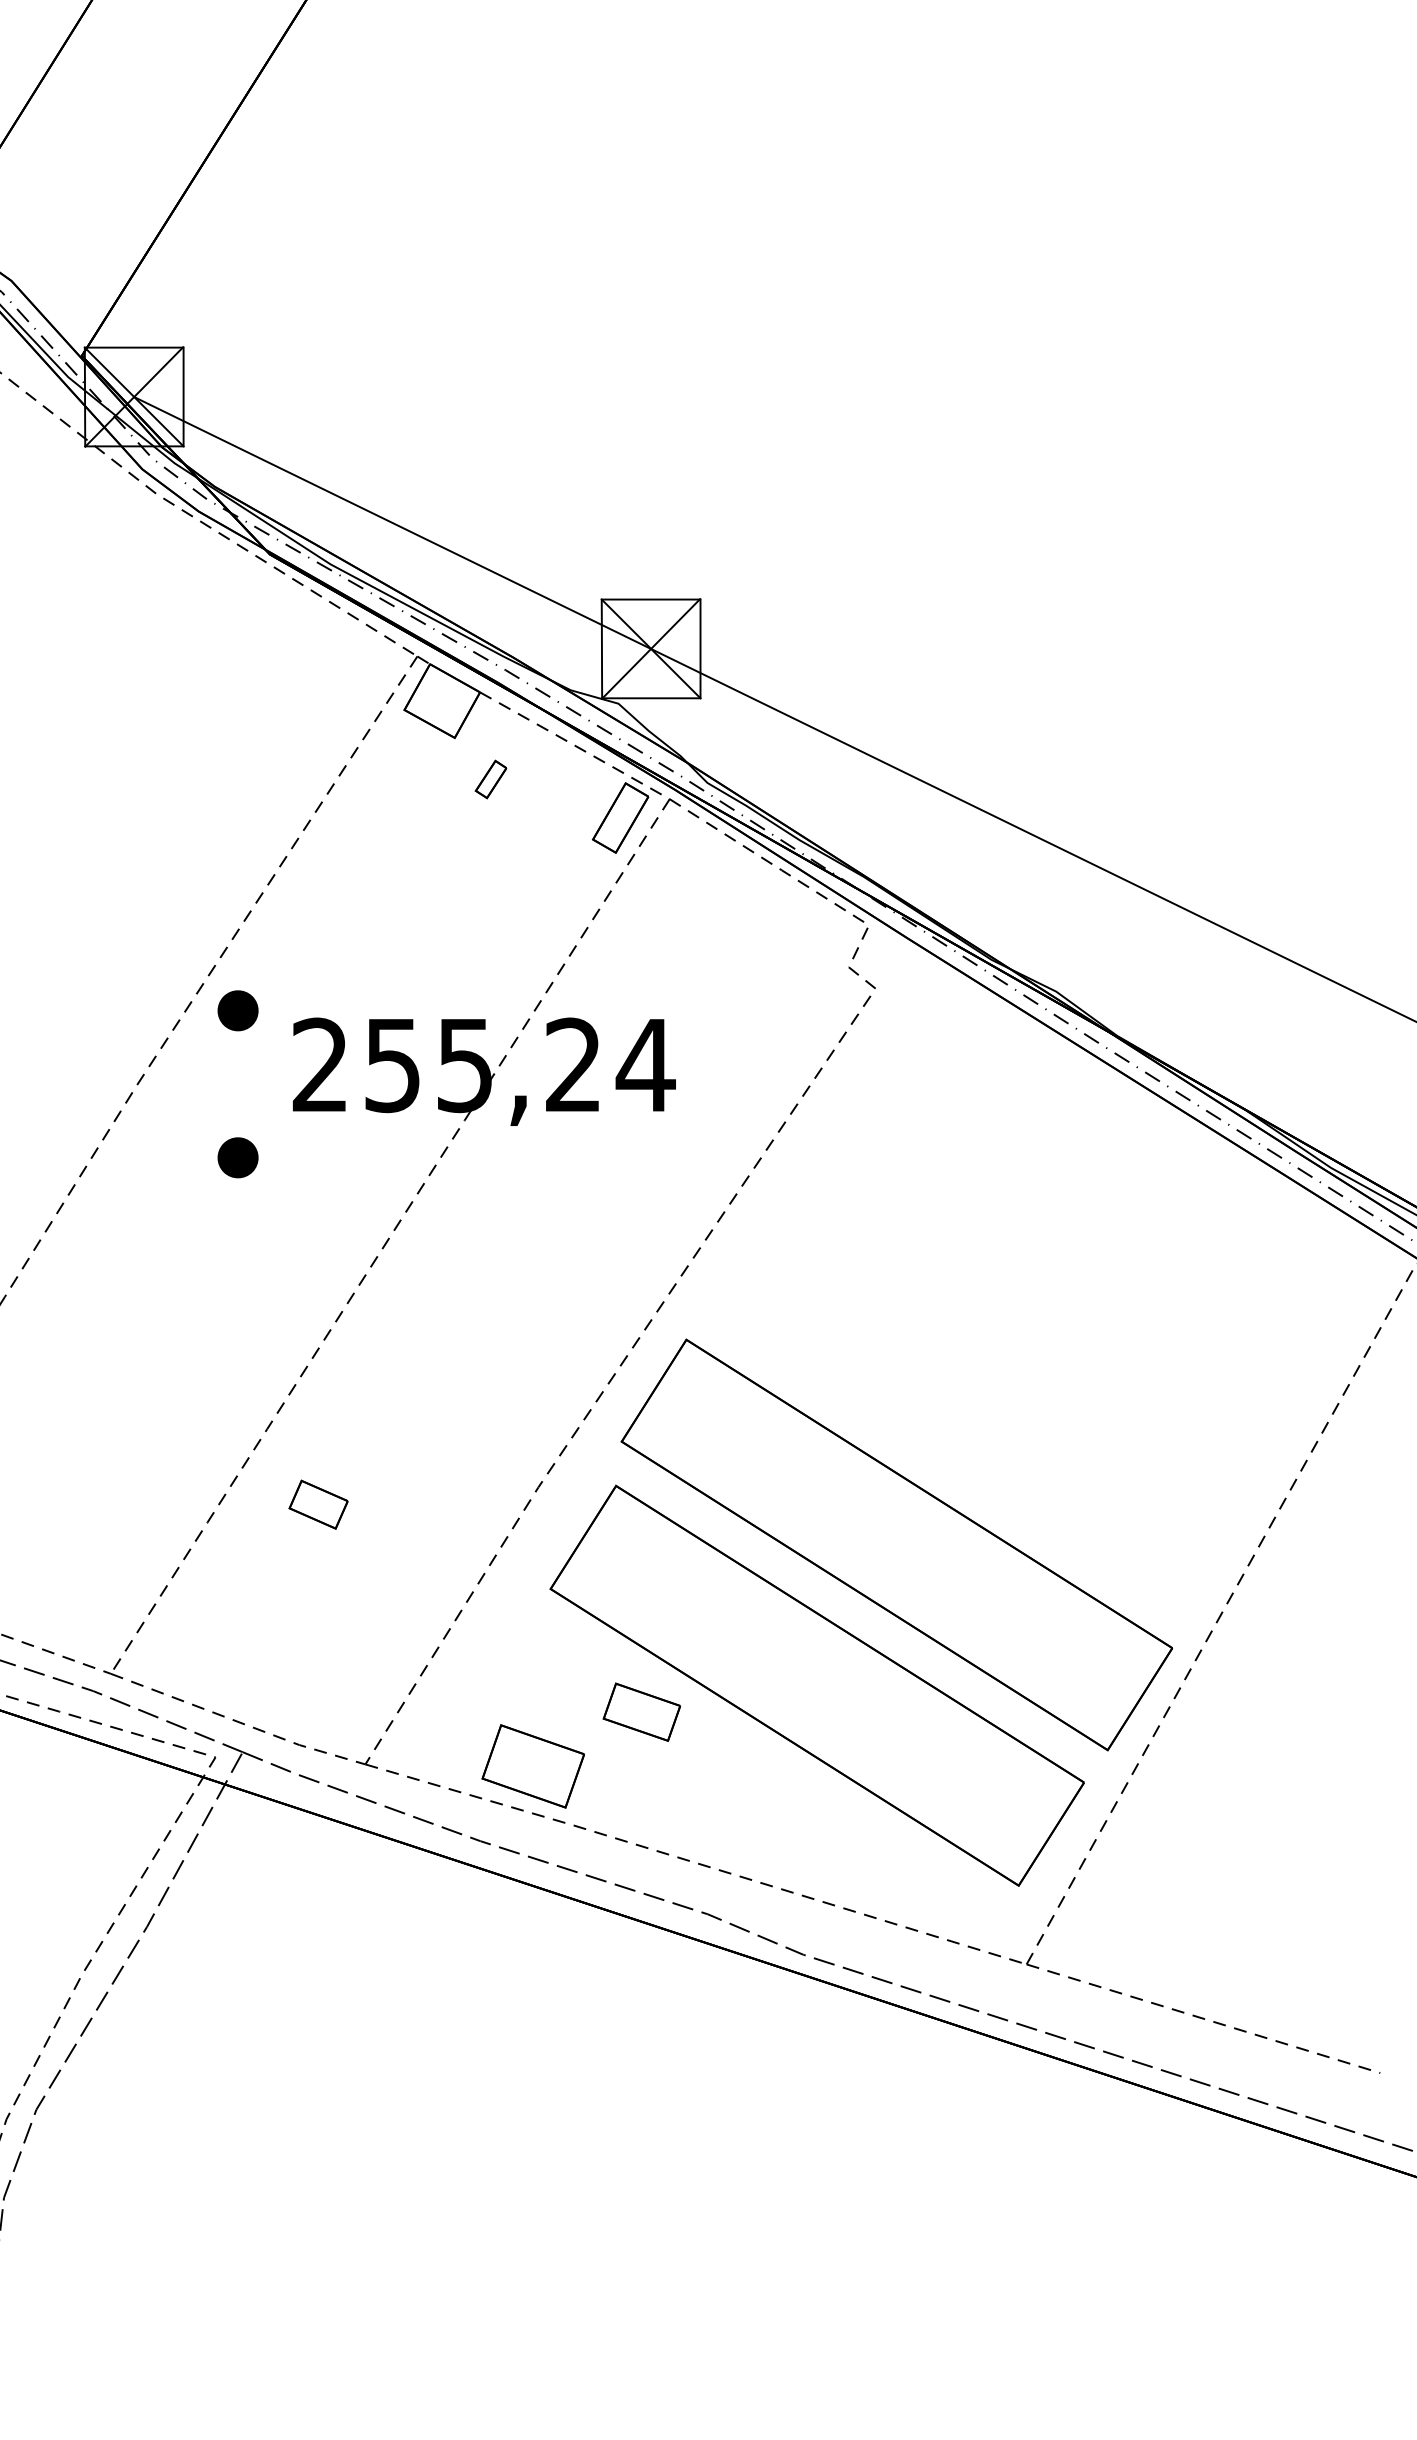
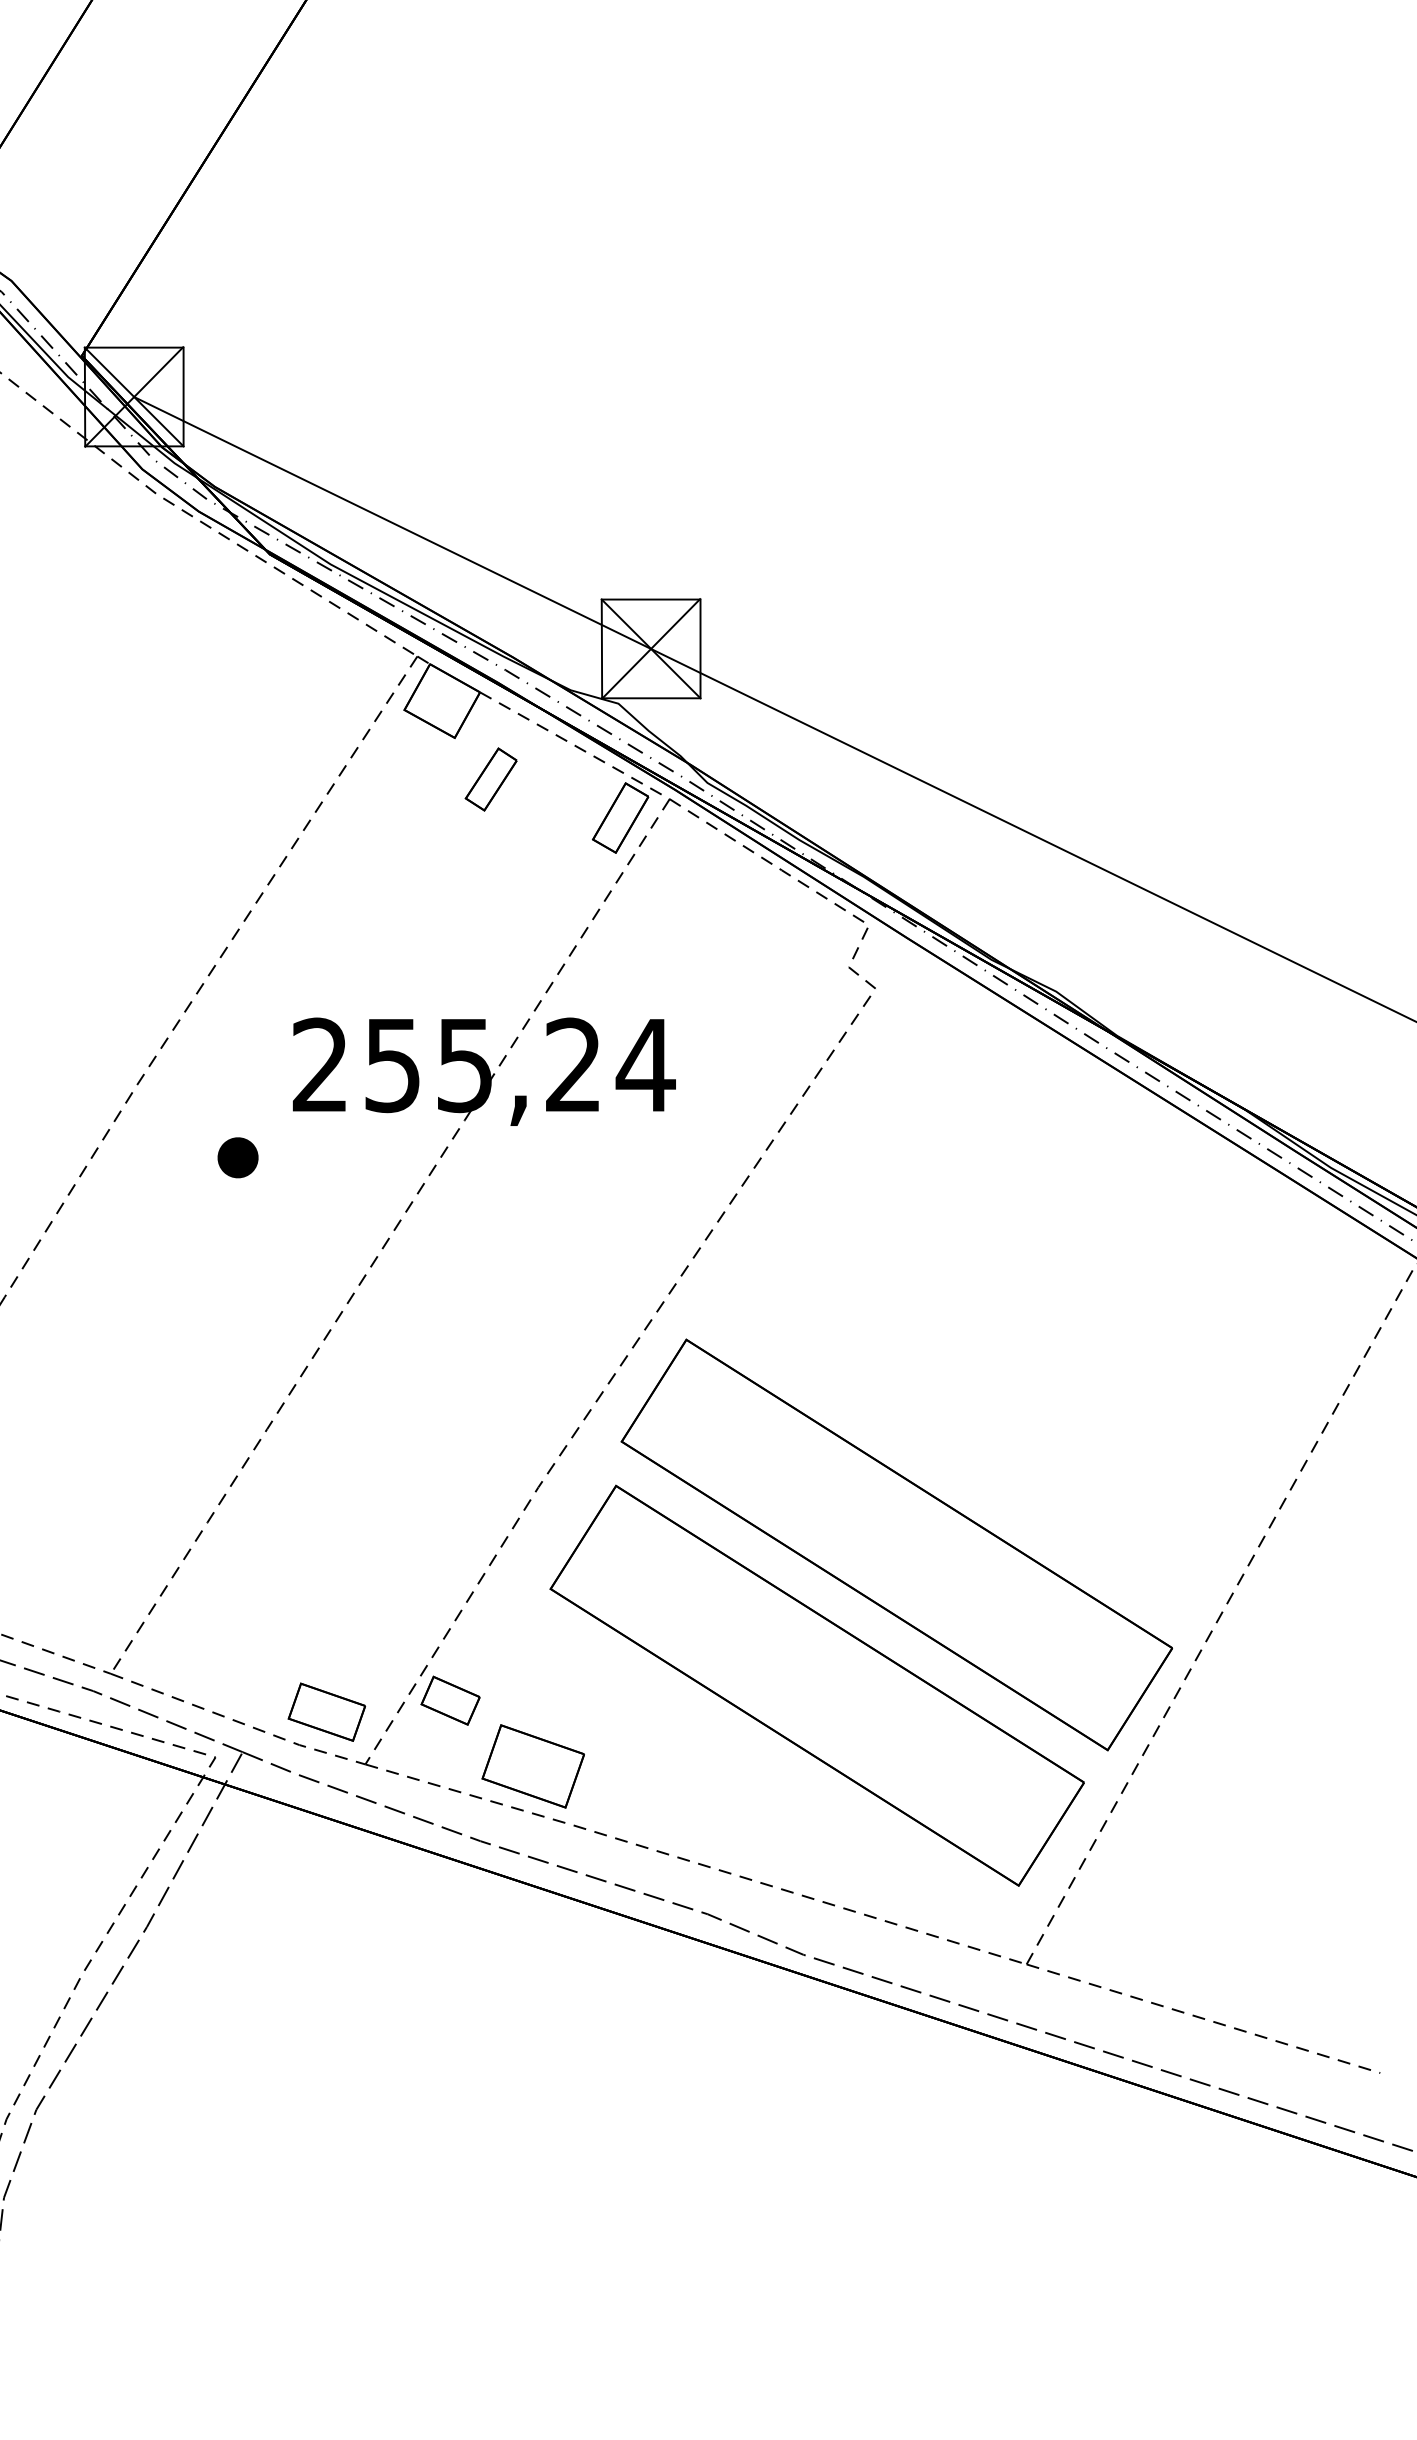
part at (490, 779) size: 34x41 px -> 54x65 px
part at (237, 1010): present -> none
part at (318, 1504) position: (318, 1504) -> (450, 1700)
part at (641, 1711) position: (641, 1711) -> (326, 1711)
